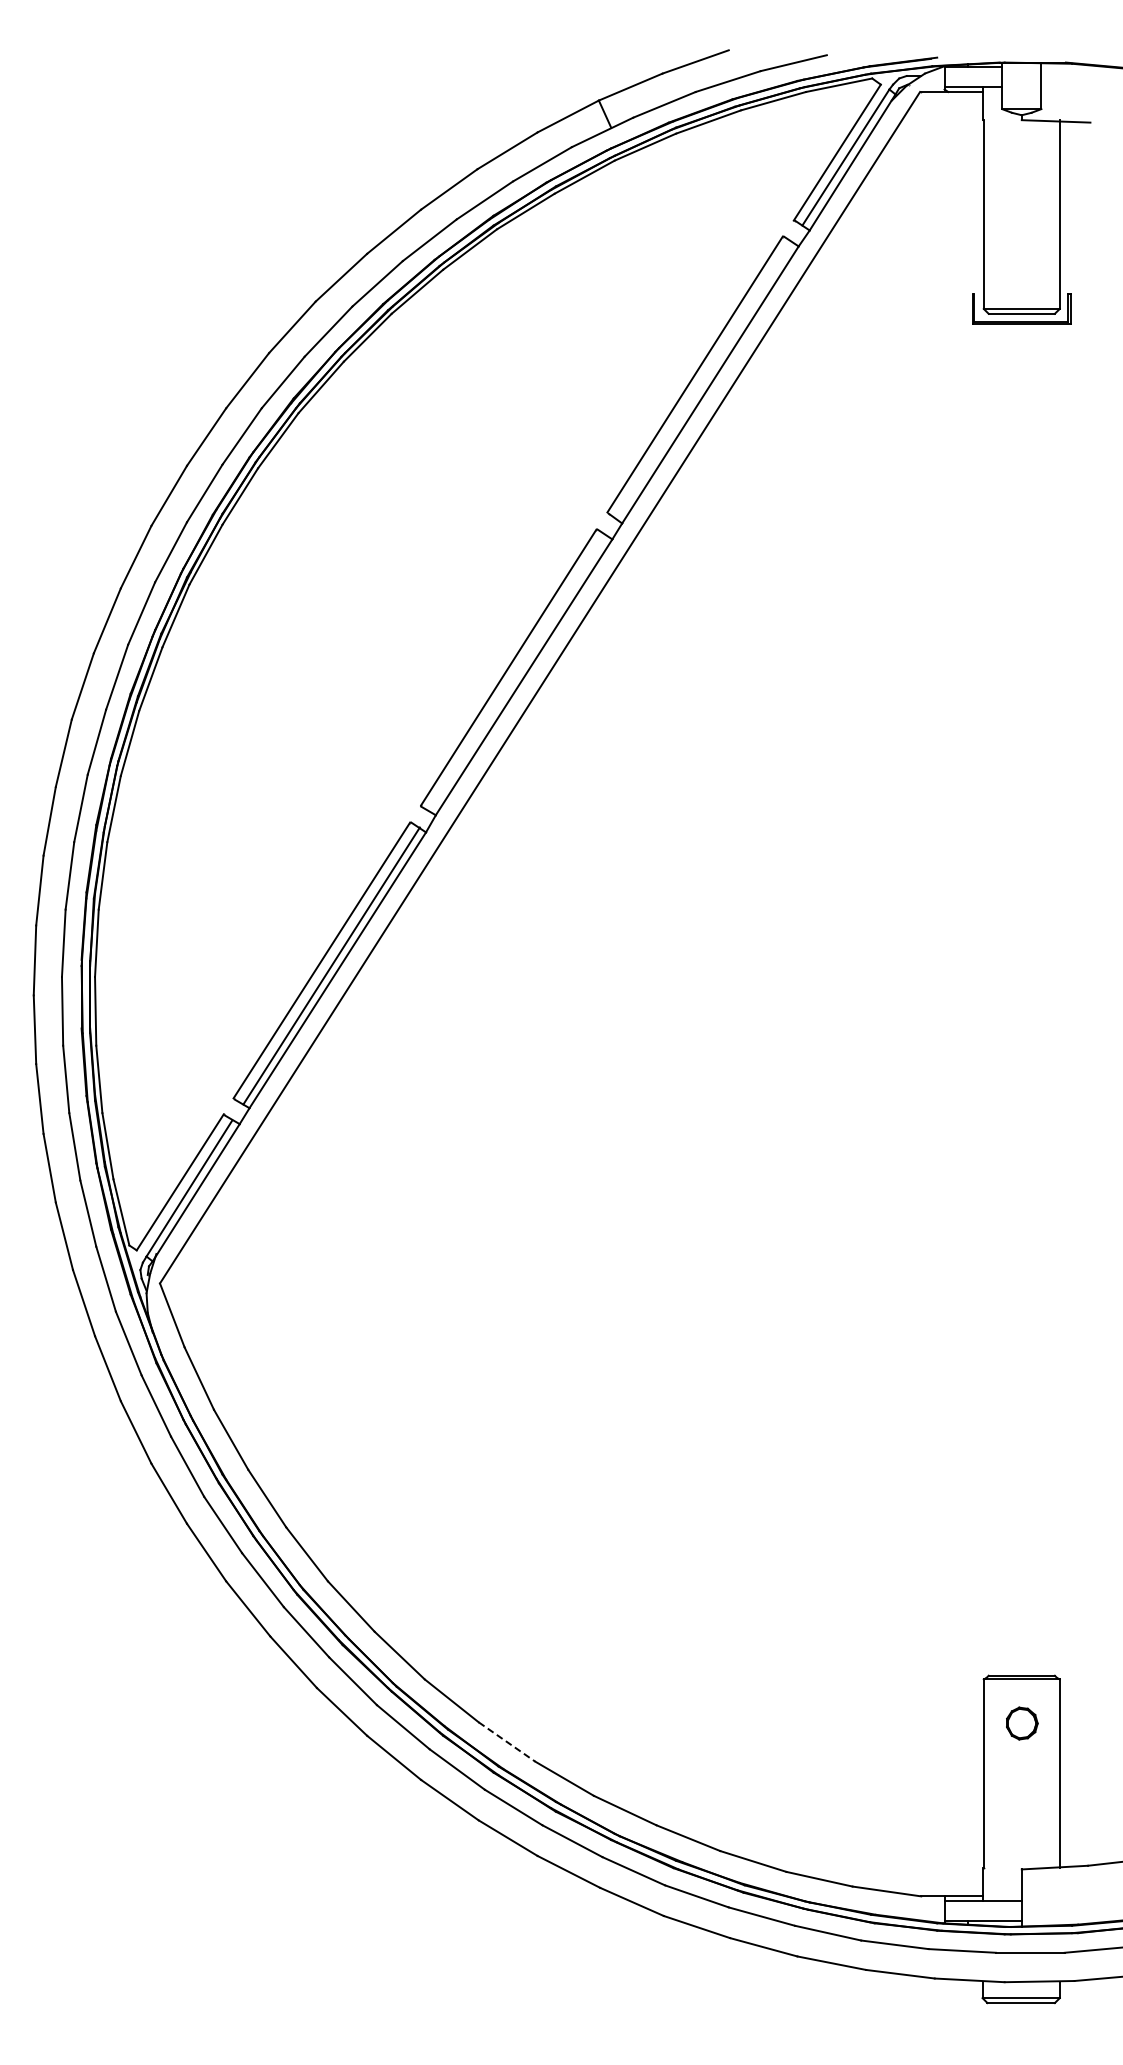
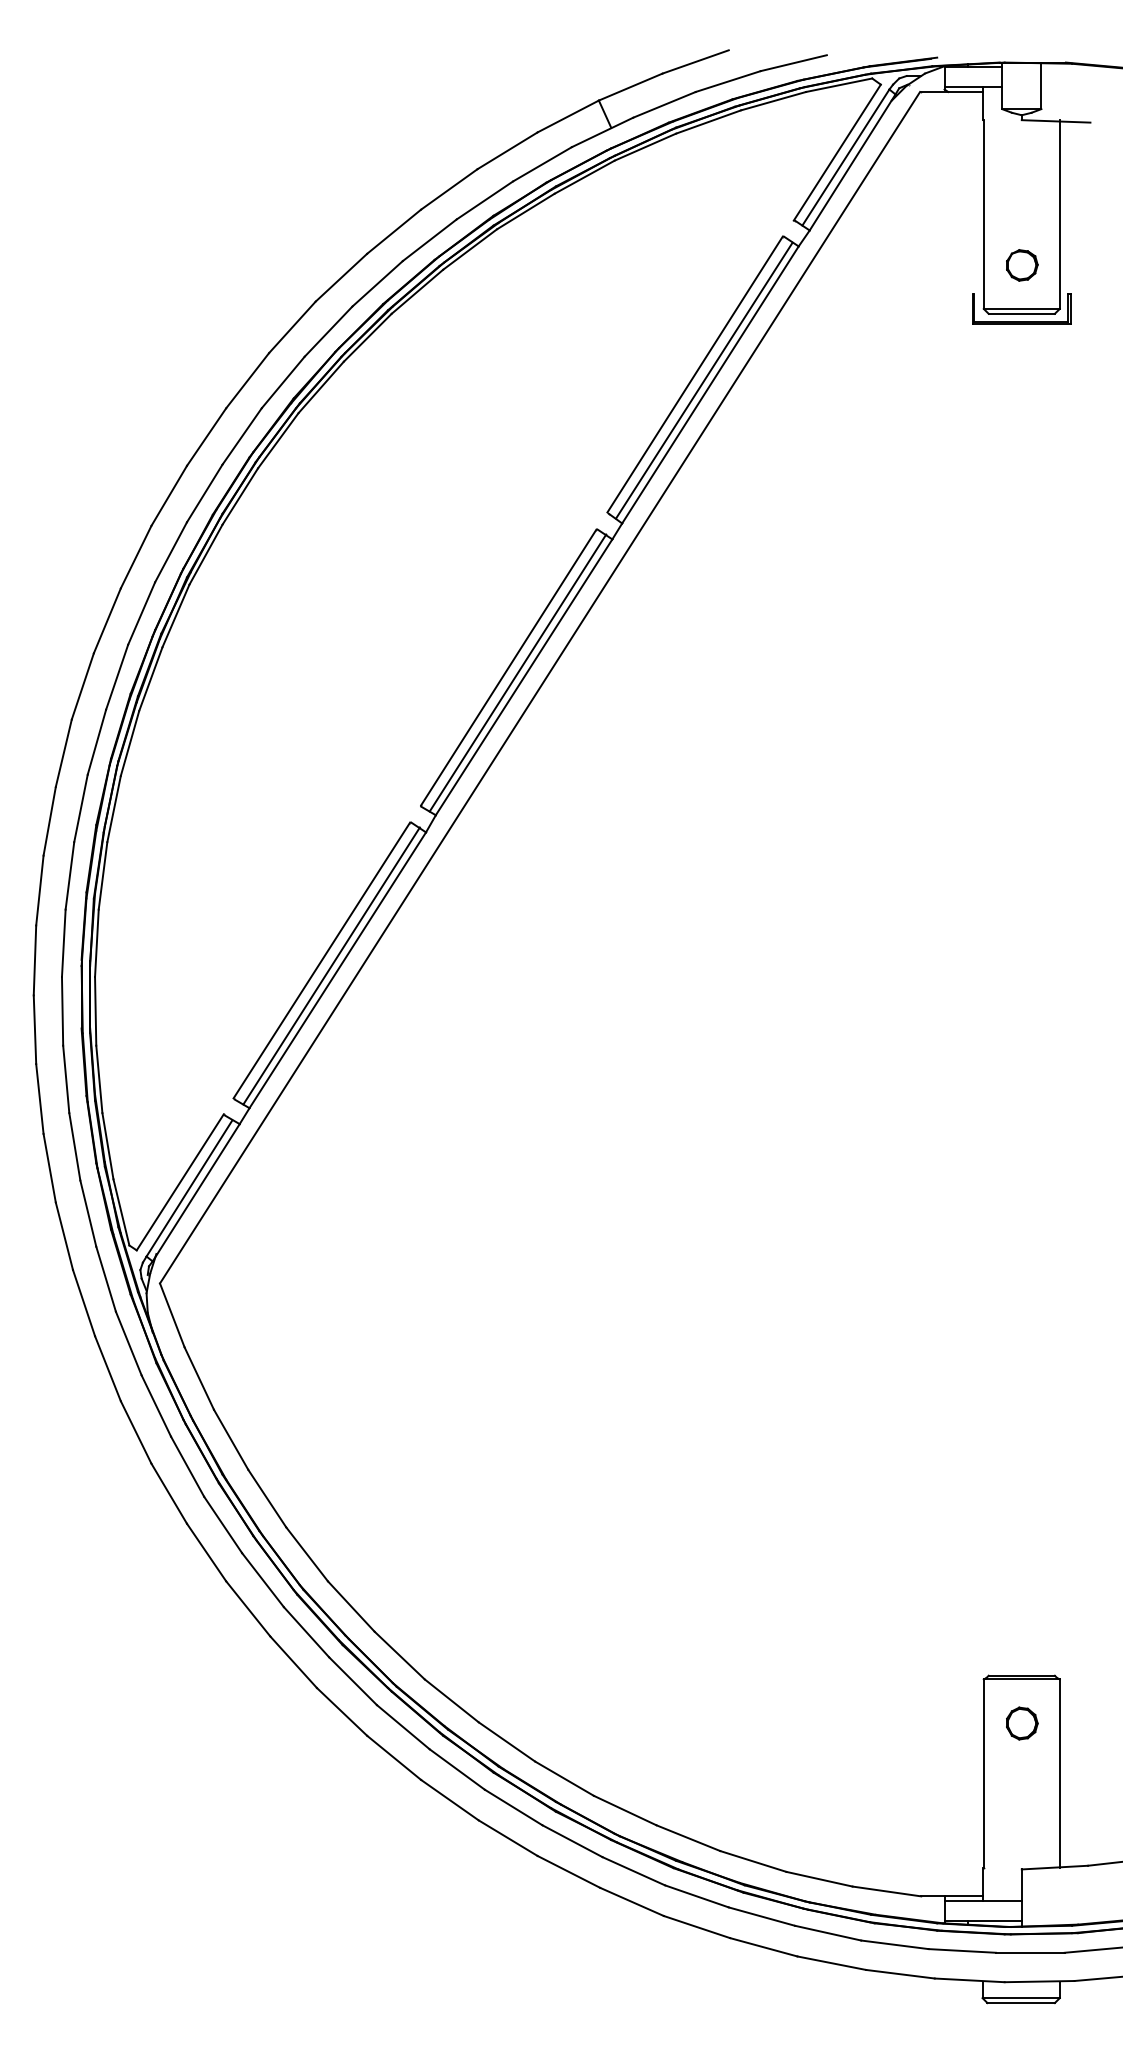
part at (1022, 265): none -> present
line at (704, 380): none -> present
line at (517, 672): none -> present
line at (507, 1742): dashed -> solid
